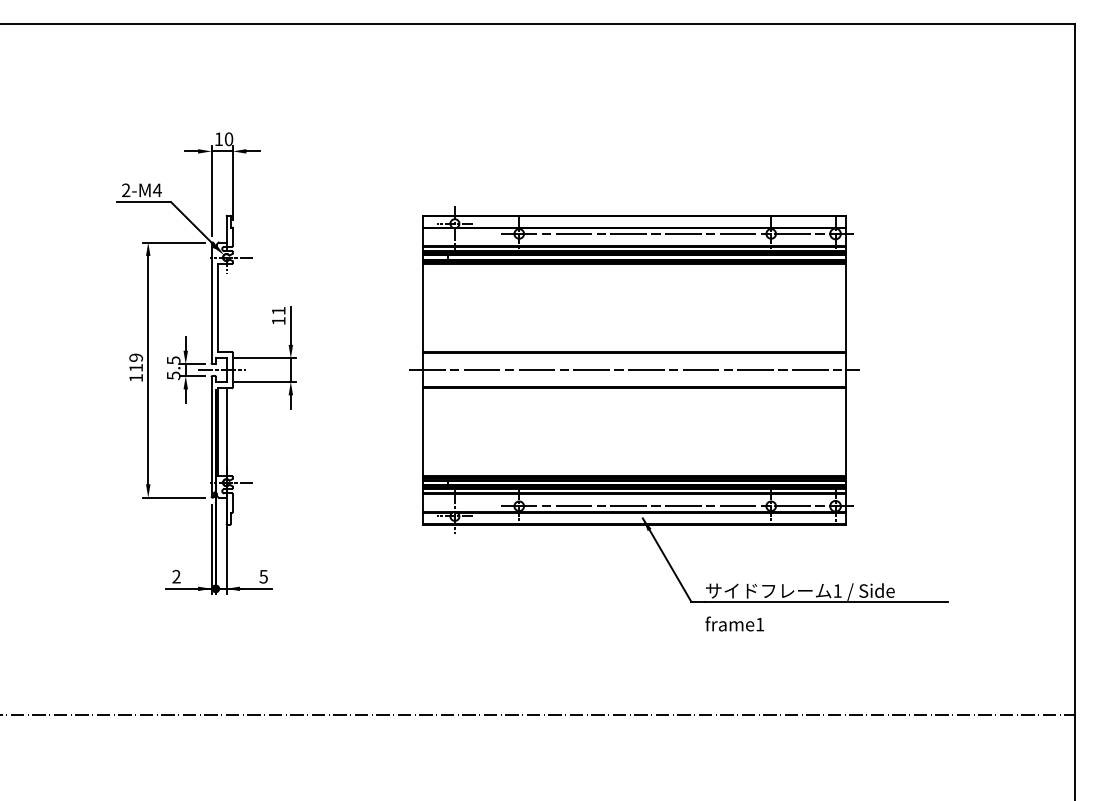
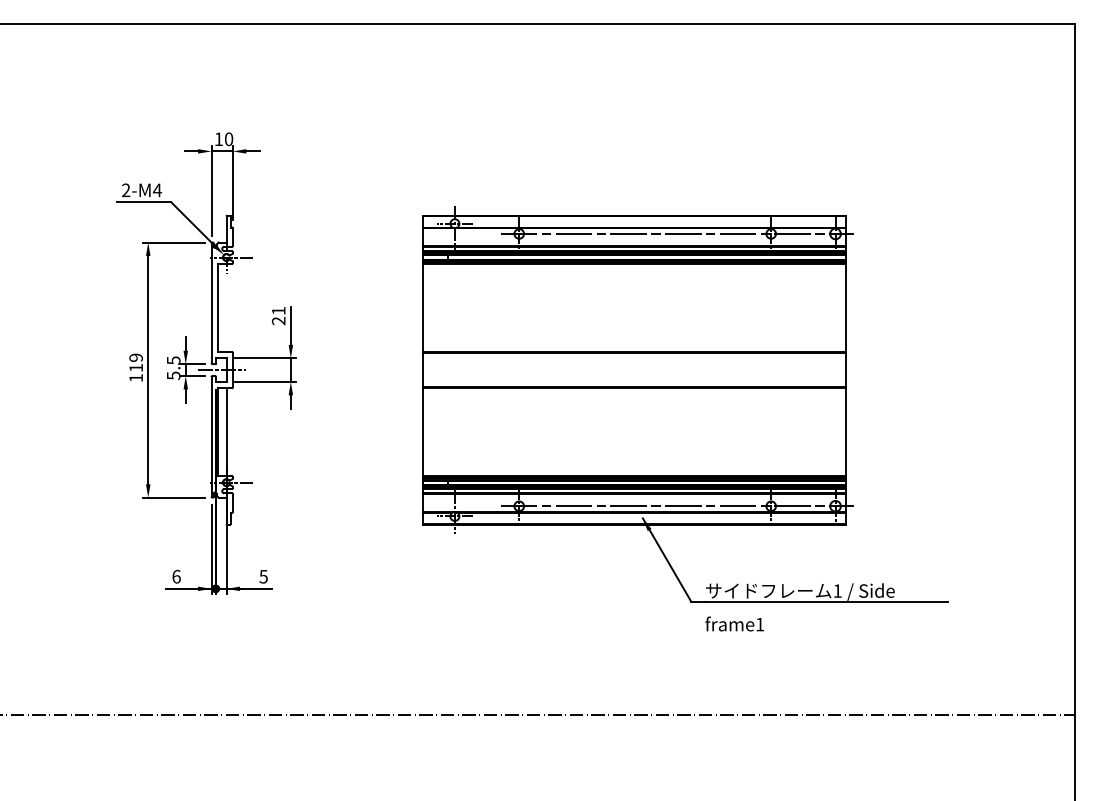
text at (278, 321): 11 -> 21
line at (634, 370): present -> none
text at (176, 576): 2 -> 6
